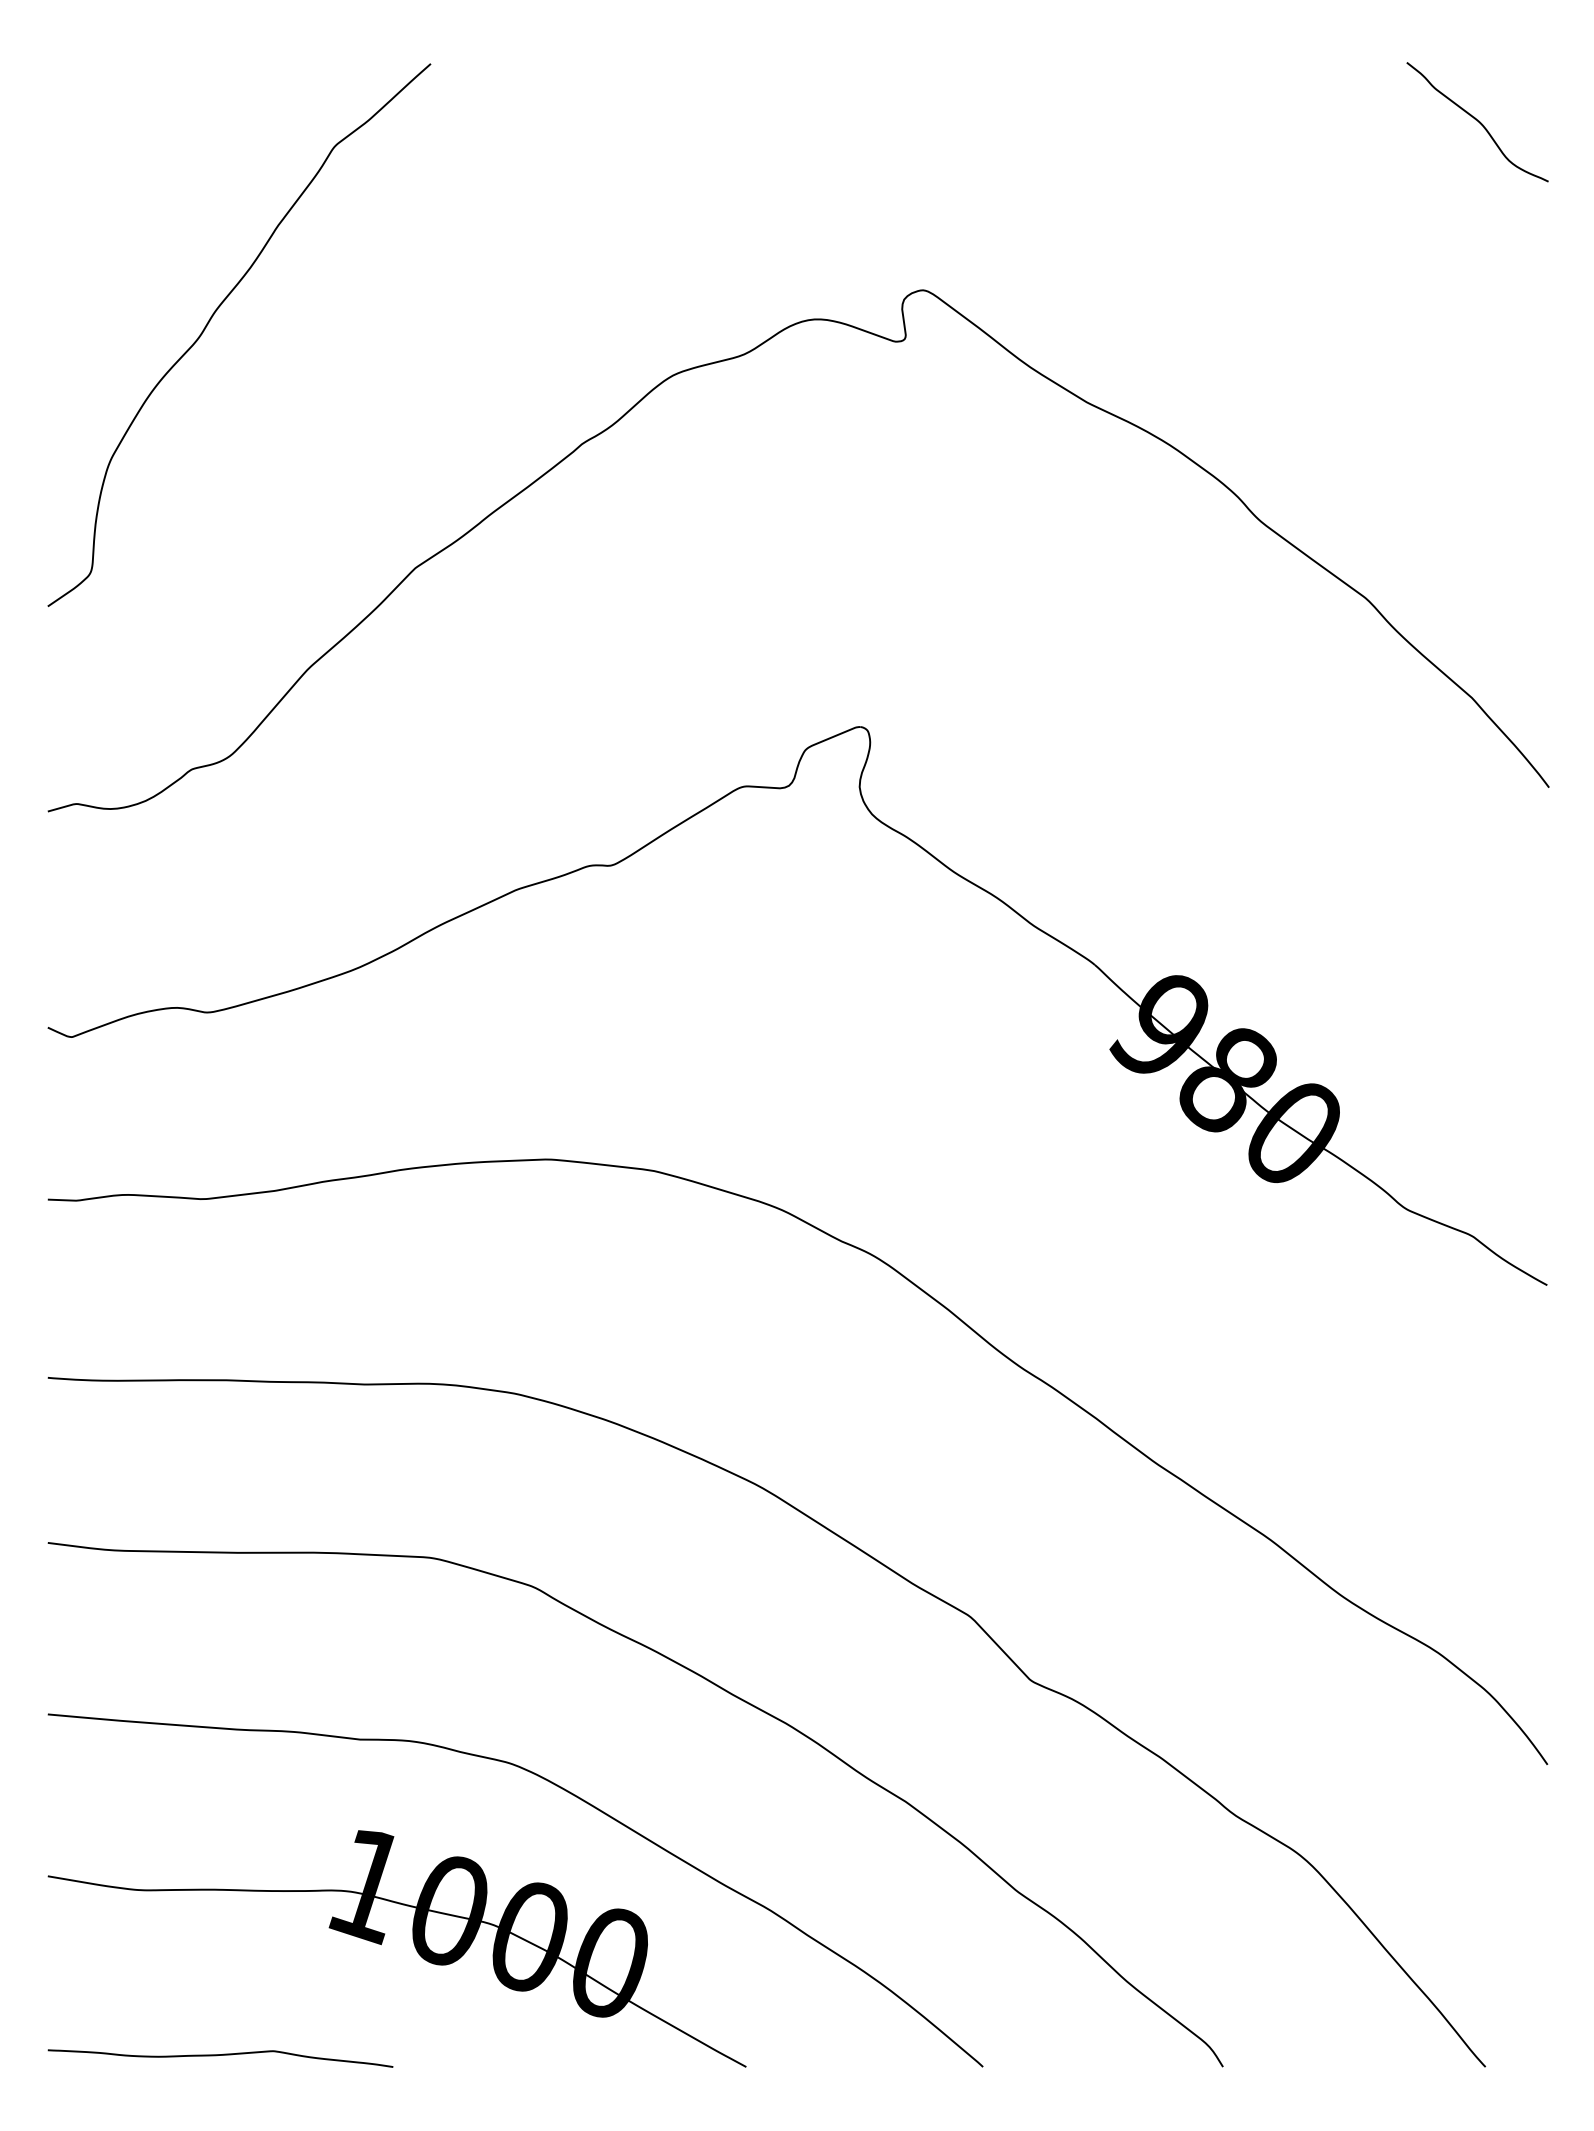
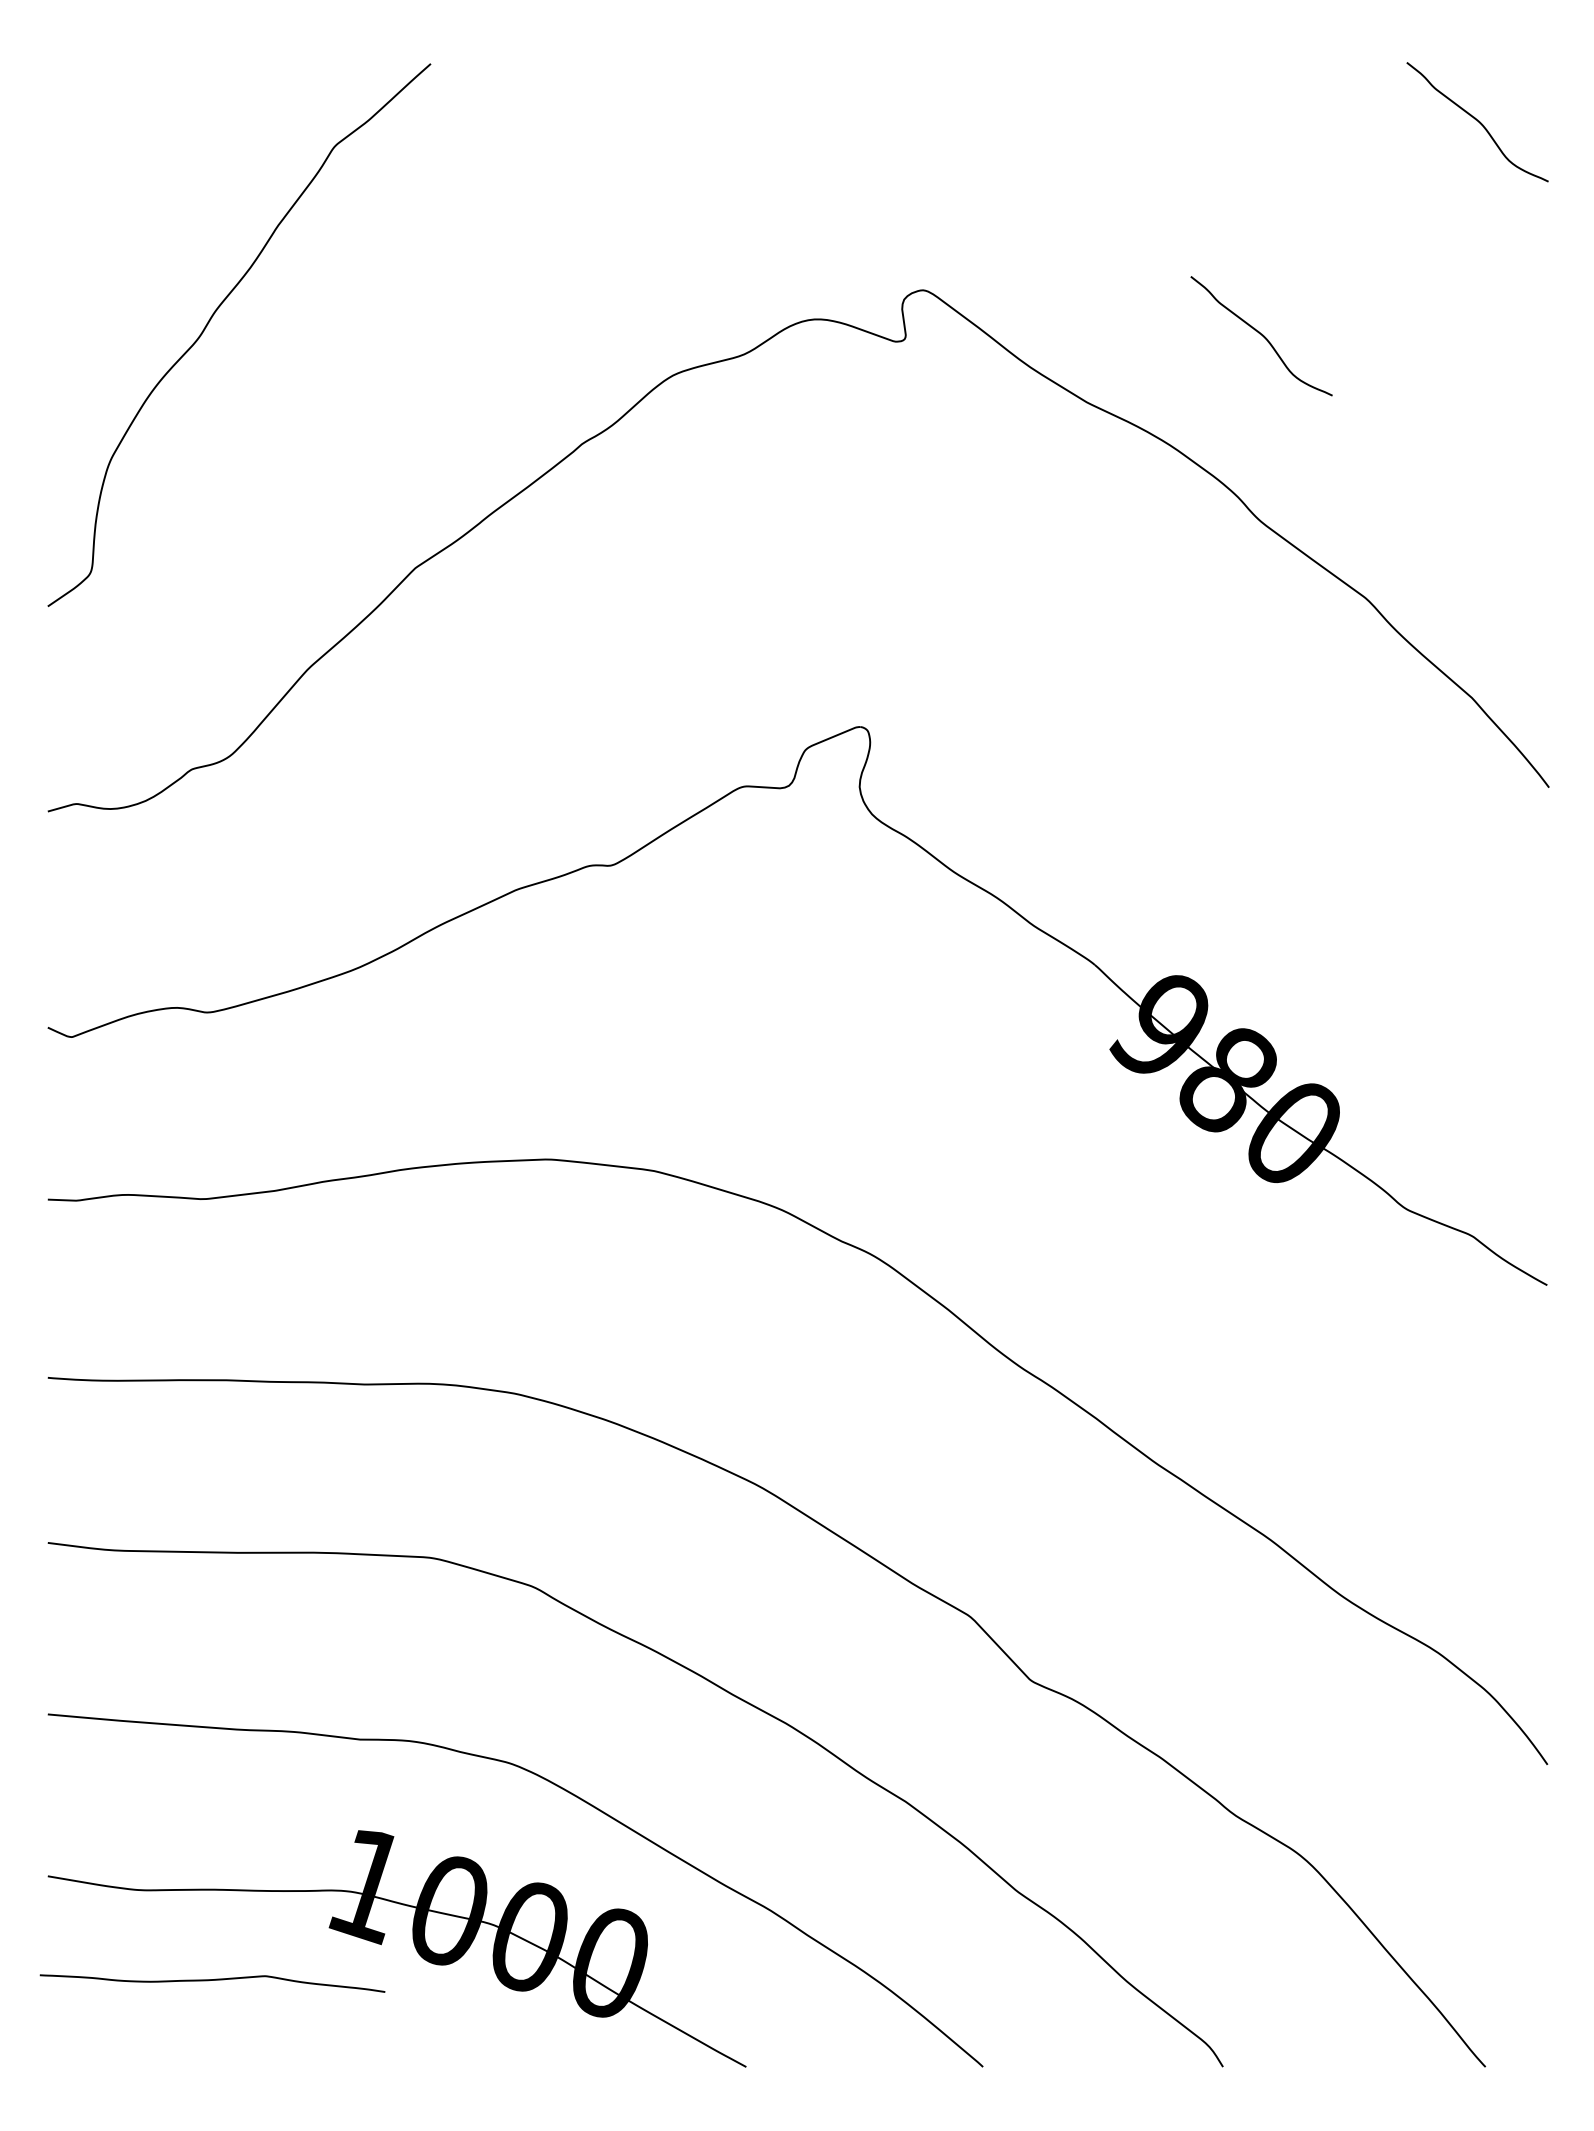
curve at (1261, 335): none -> present
curve at (220, 2055) position: (220, 2055) -> (212, 1980)
